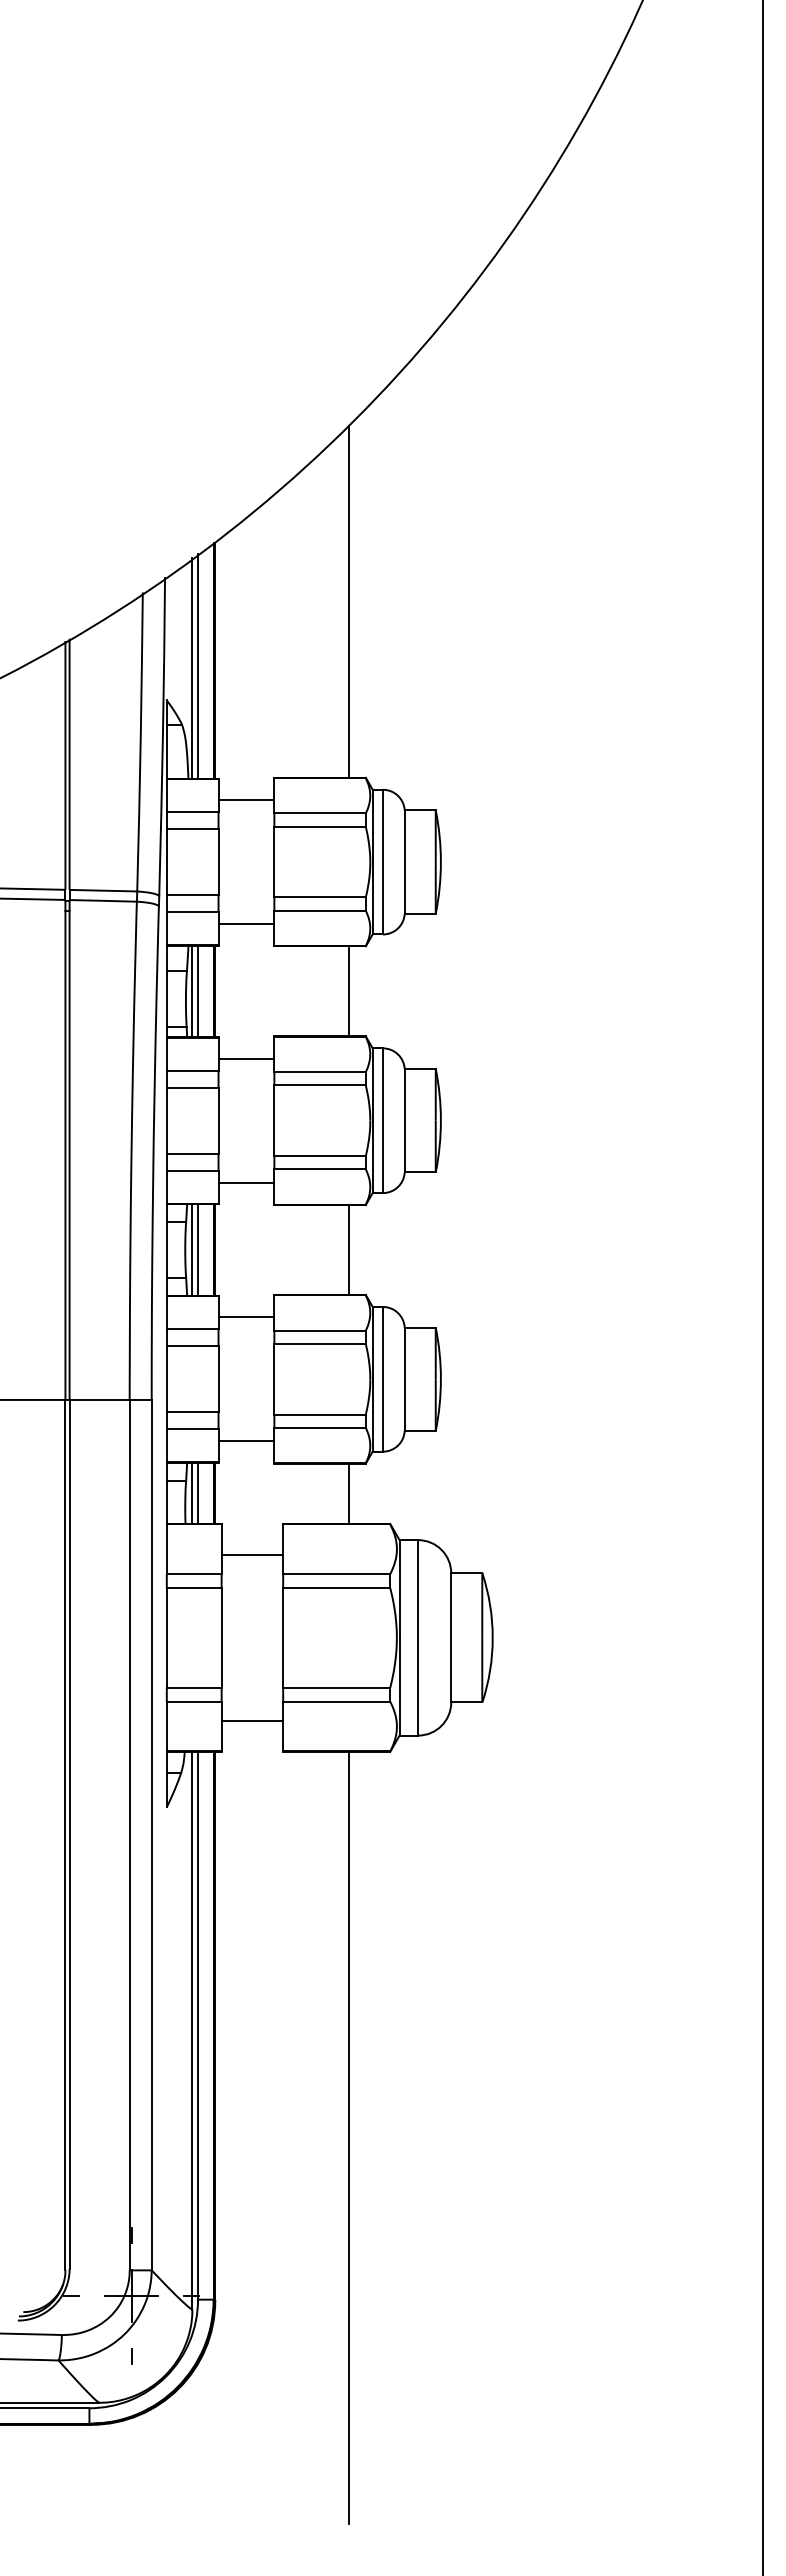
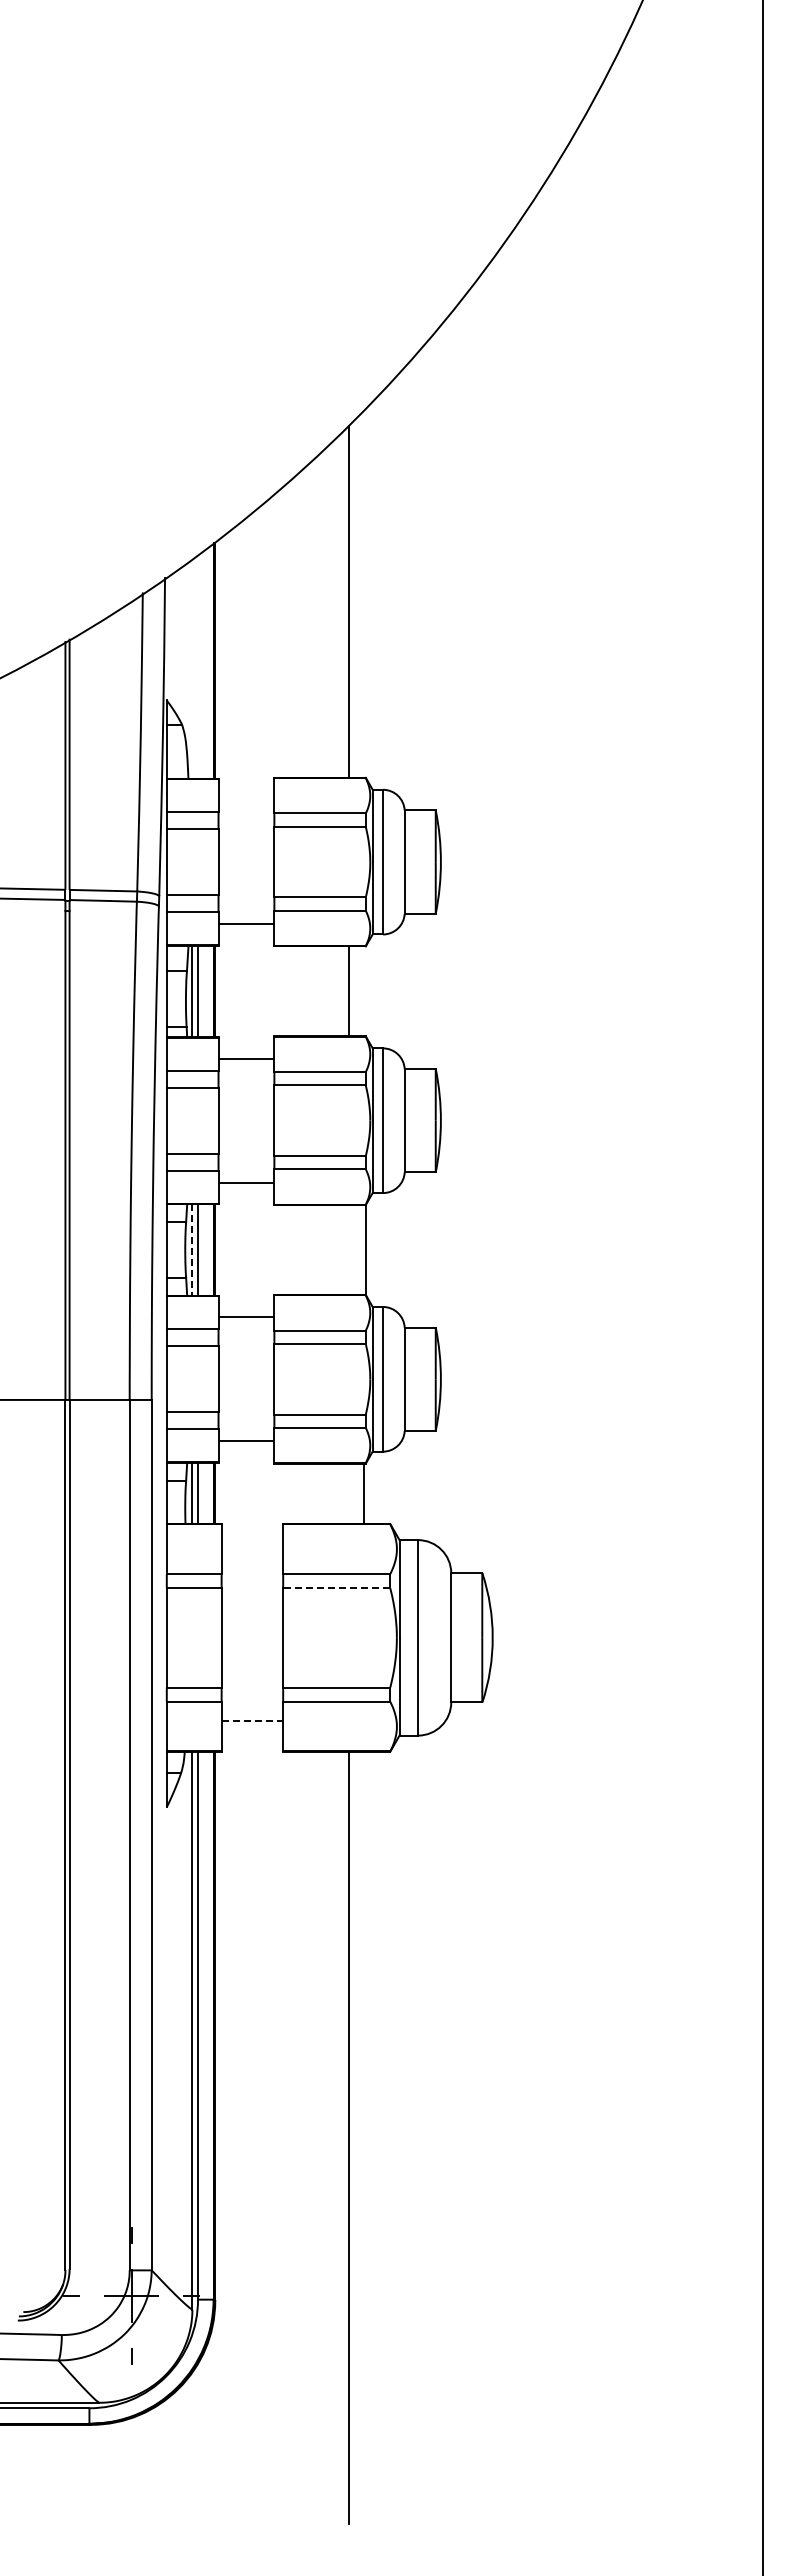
line at (198, 666): present -> none
line at (192, 668): present -> none
line at (246, 800): present -> none
line at (348, 1249) position: (348, 1249) -> (365, 1249)
line at (192, 1250): solid -> dashed
line at (348, 1493) position: (348, 1493) -> (363, 1493)
line at (252, 1555): present -> none
line at (336, 1588): solid -> dashed
line at (252, 1720): solid -> dashed
